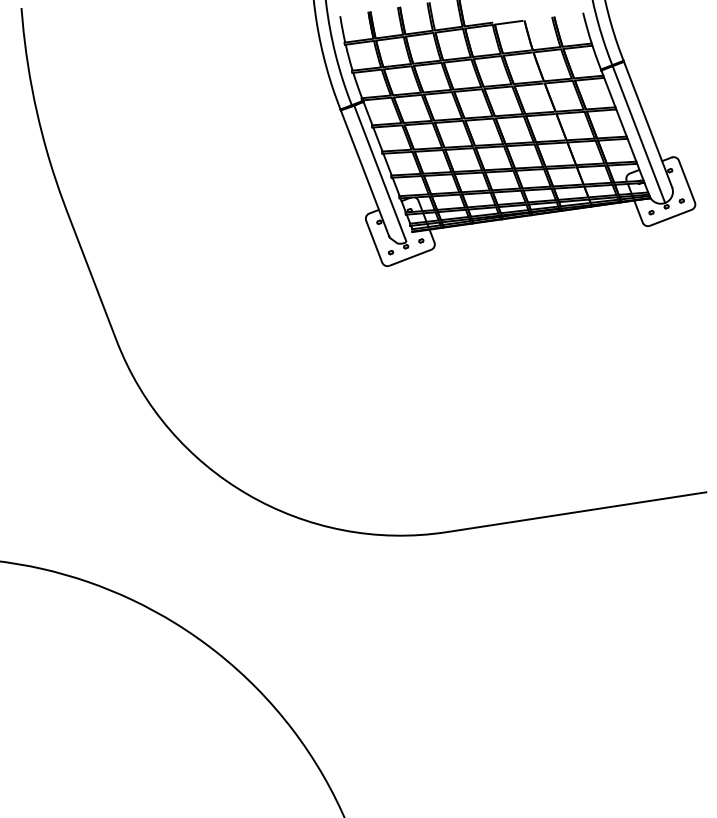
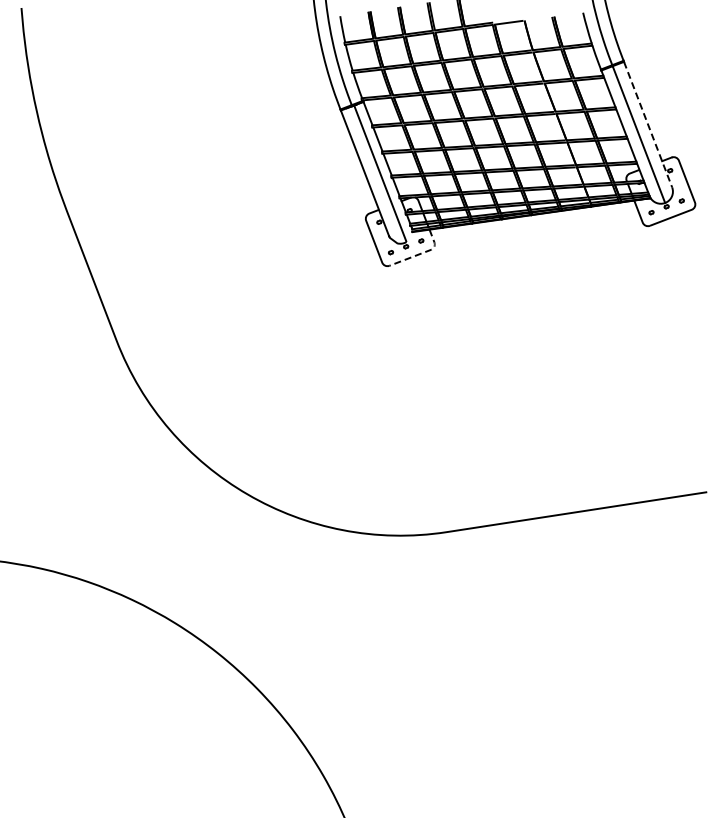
line at (648, 125): solid -> dashed
line at (424, 252): solid -> dashed
